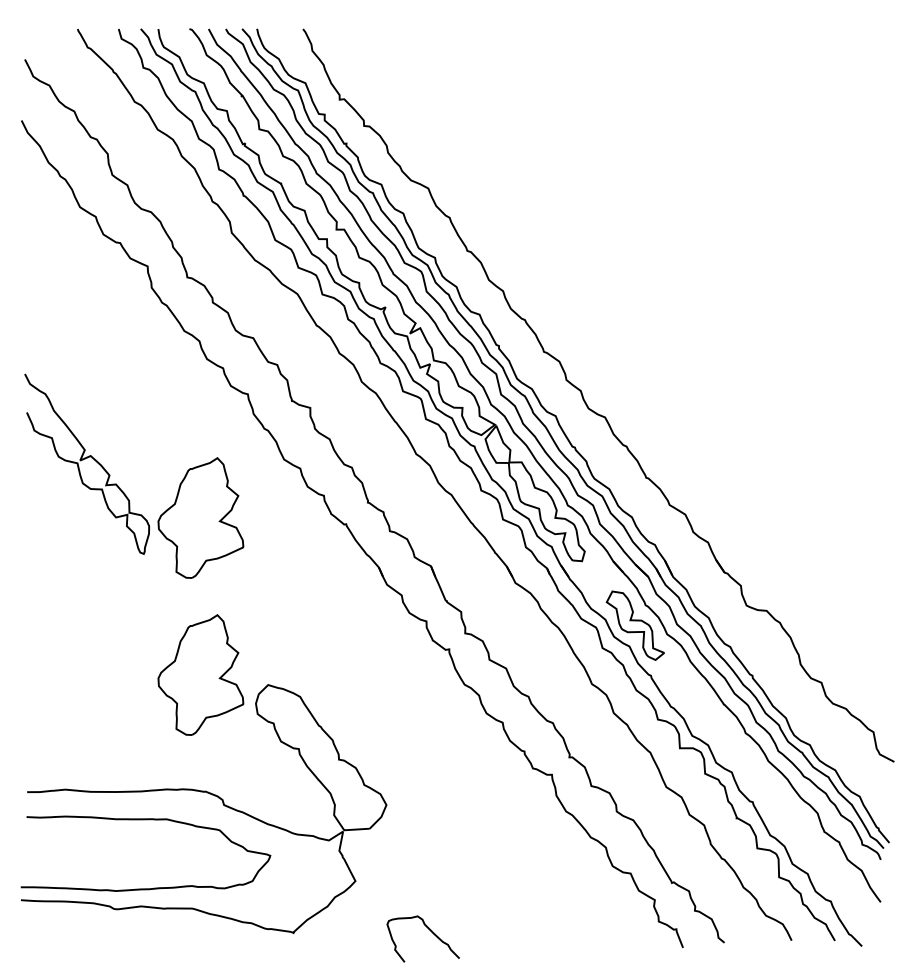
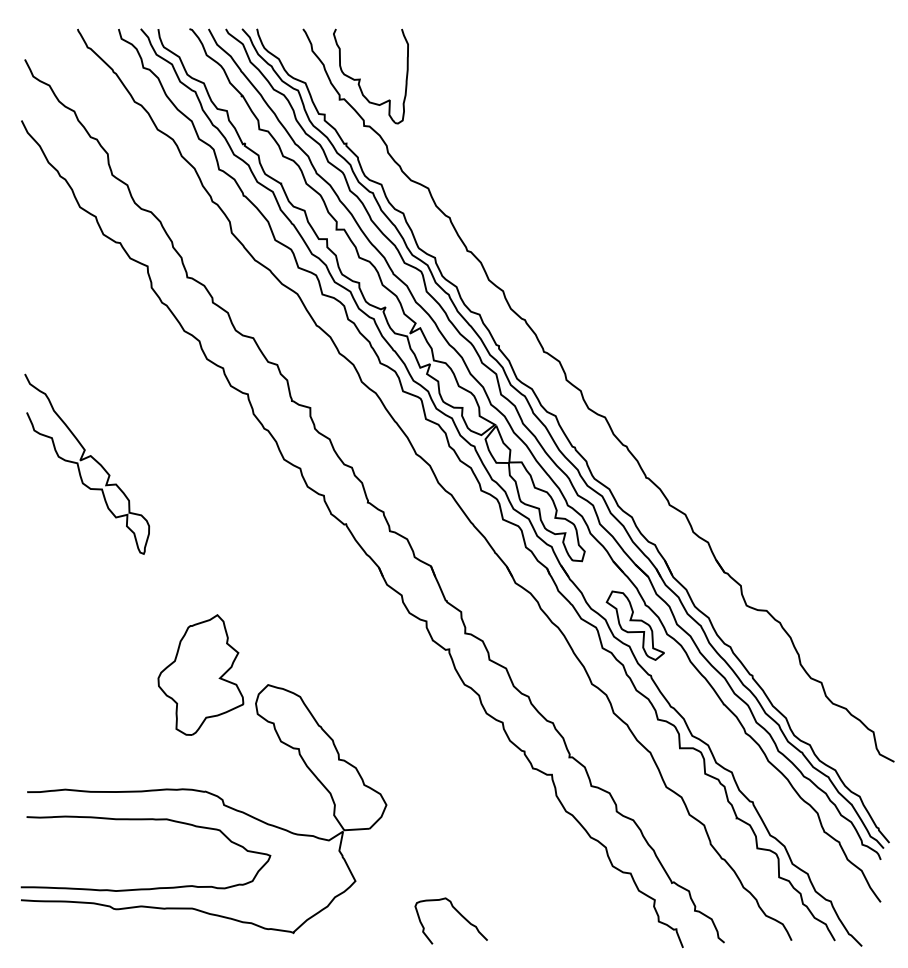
part at (360, 78): none -> present
part at (200, 517): present -> none
curve at (429, 930) position: (429, 930) -> (457, 912)
